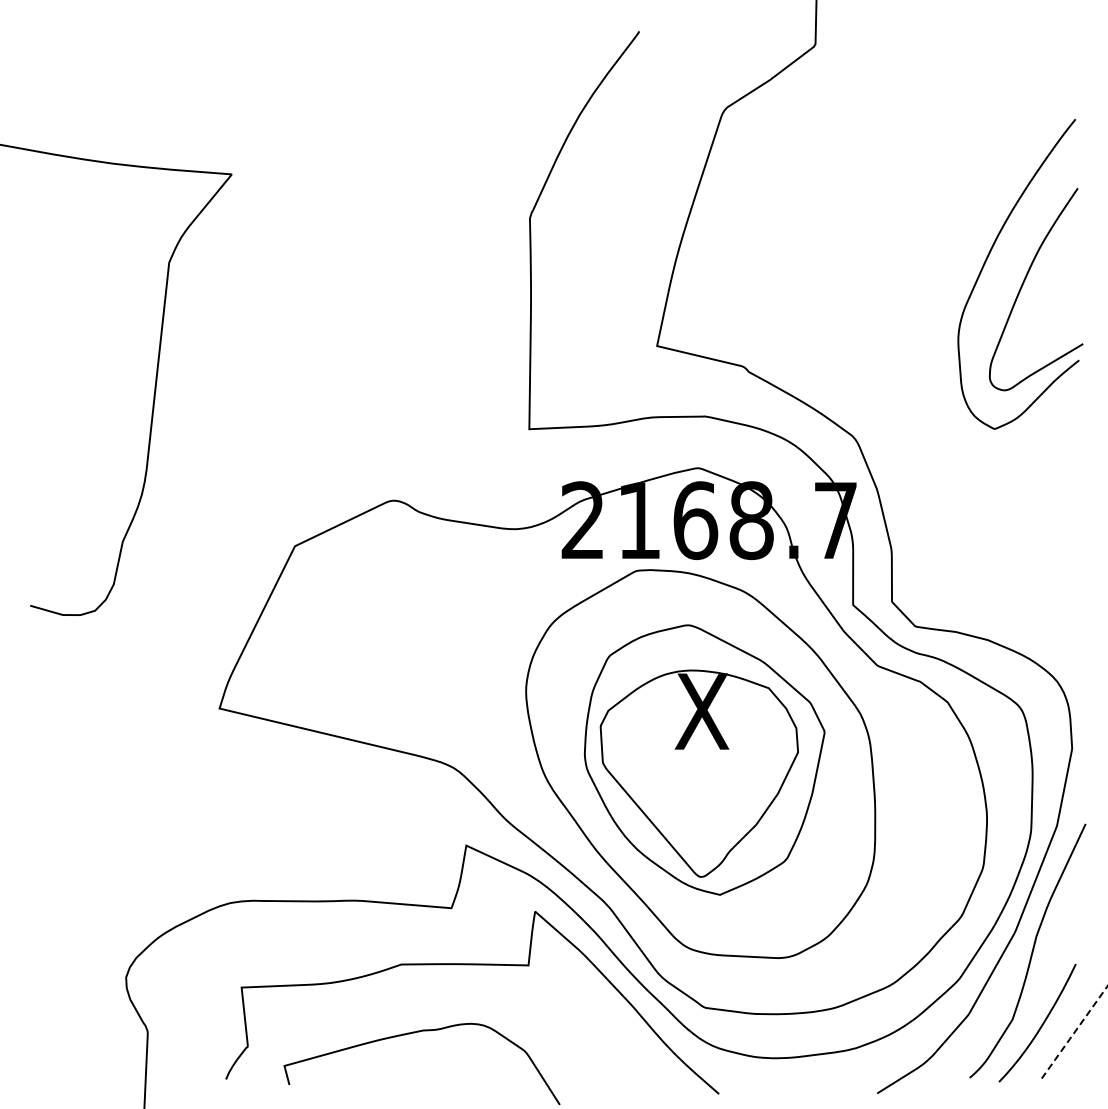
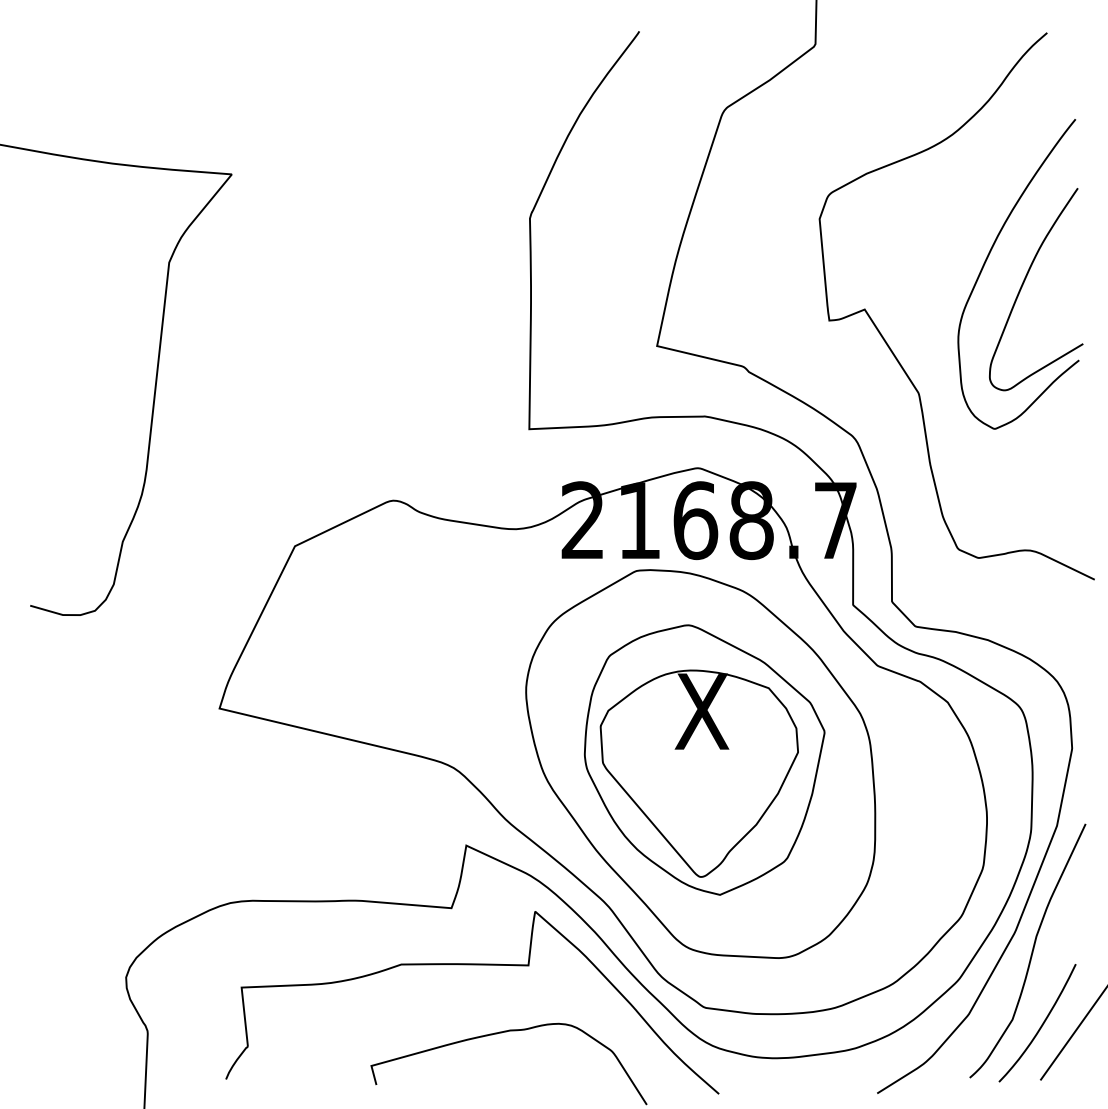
curve at (889, 345): none -> present
curve at (414, 1033) position: (414, 1033) -> (501, 1033)
line at (1073, 1033): dashed -> solid
